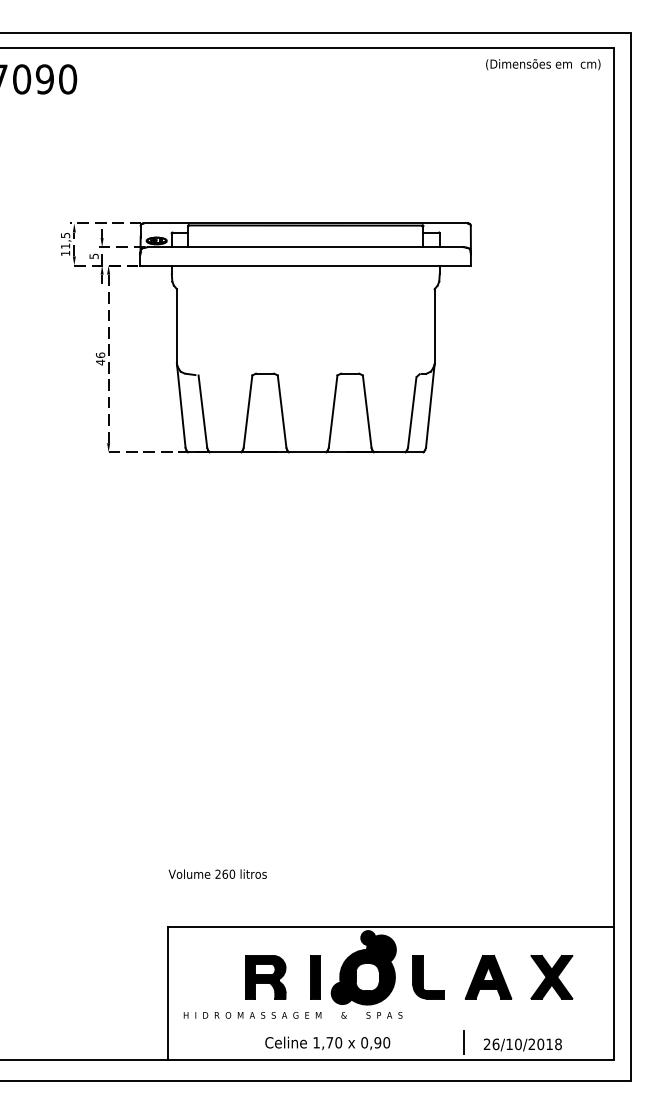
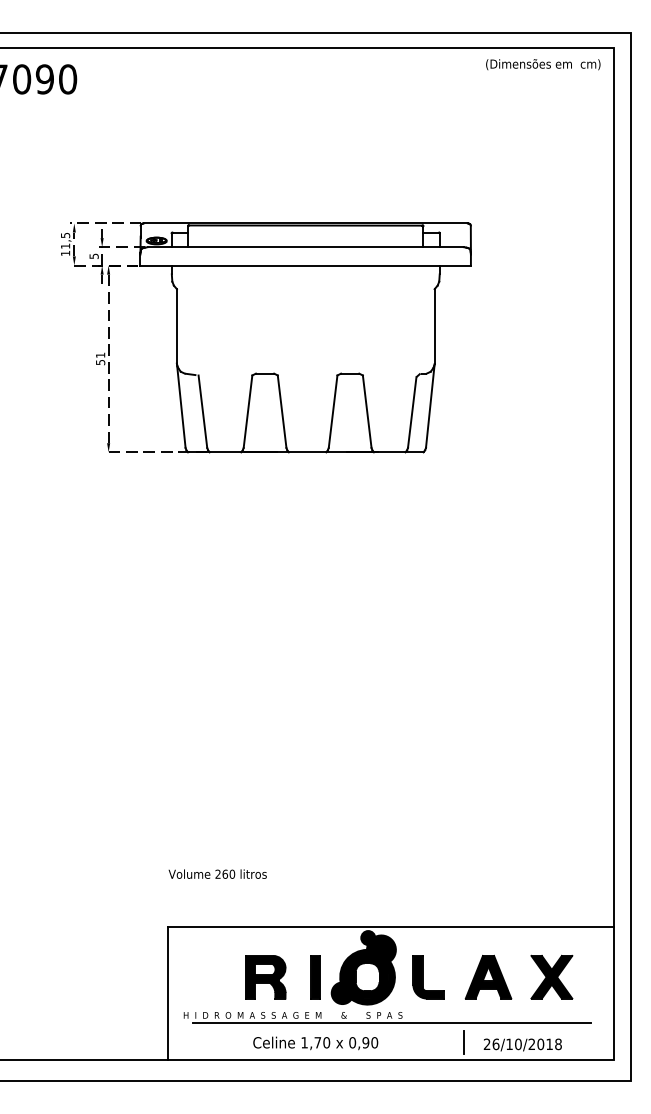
text at (100, 358): 46 -> 51
line at (391, 1022): none -> present
text at (327, 1043) position: (327, 1043) -> (315, 1043)
